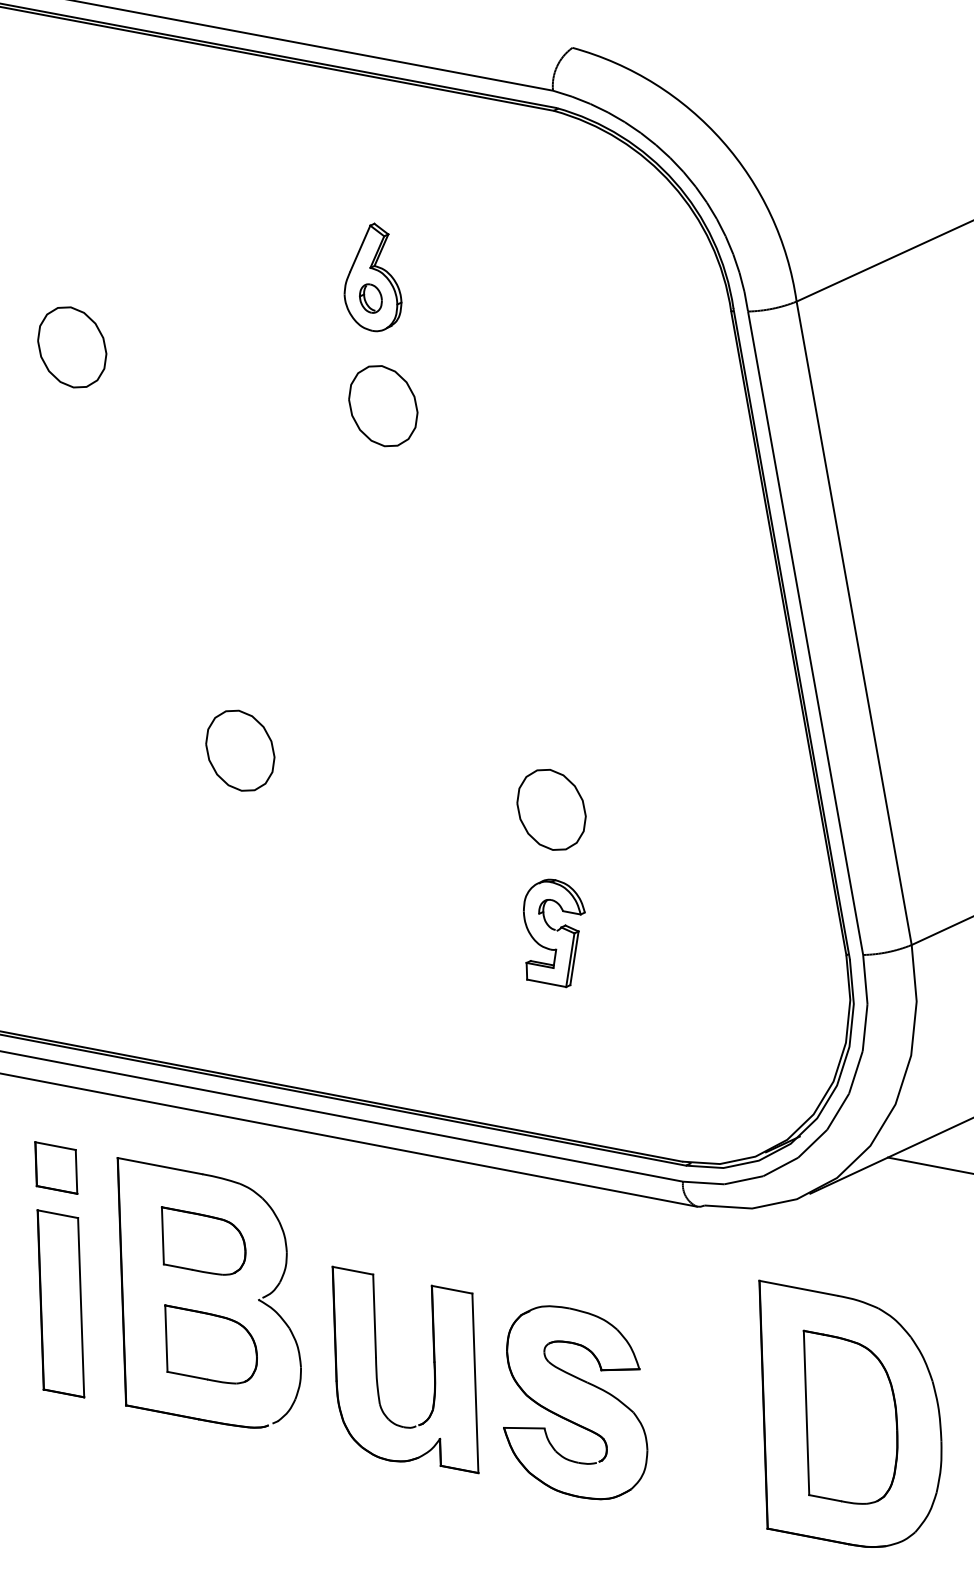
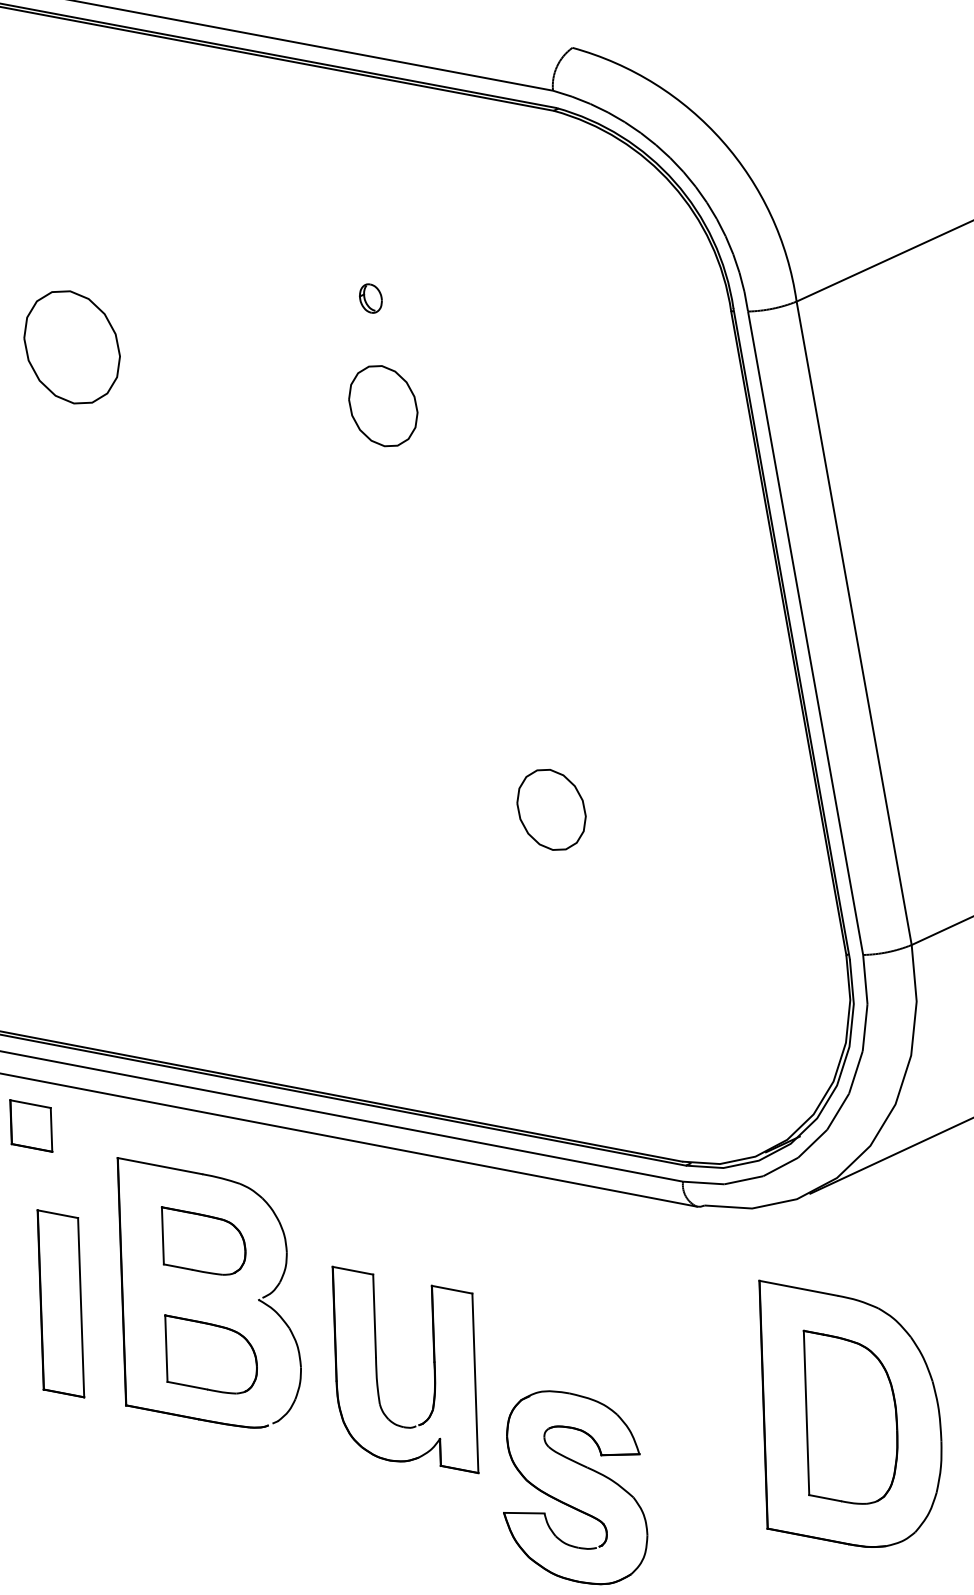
part at (372, 277): present -> none
part at (72, 347) size: 71x83 px -> 98x115 px
part at (240, 750): present -> none
part at (554, 933): present -> none
line at (928, 1165): present -> none
part at (56, 1167) position: (56, 1167) -> (31, 1125)
part at (210, 1344) position: (210, 1344) -> (210, 1354)
part at (567, 1418) position: (567, 1418) -> (567, 1503)
